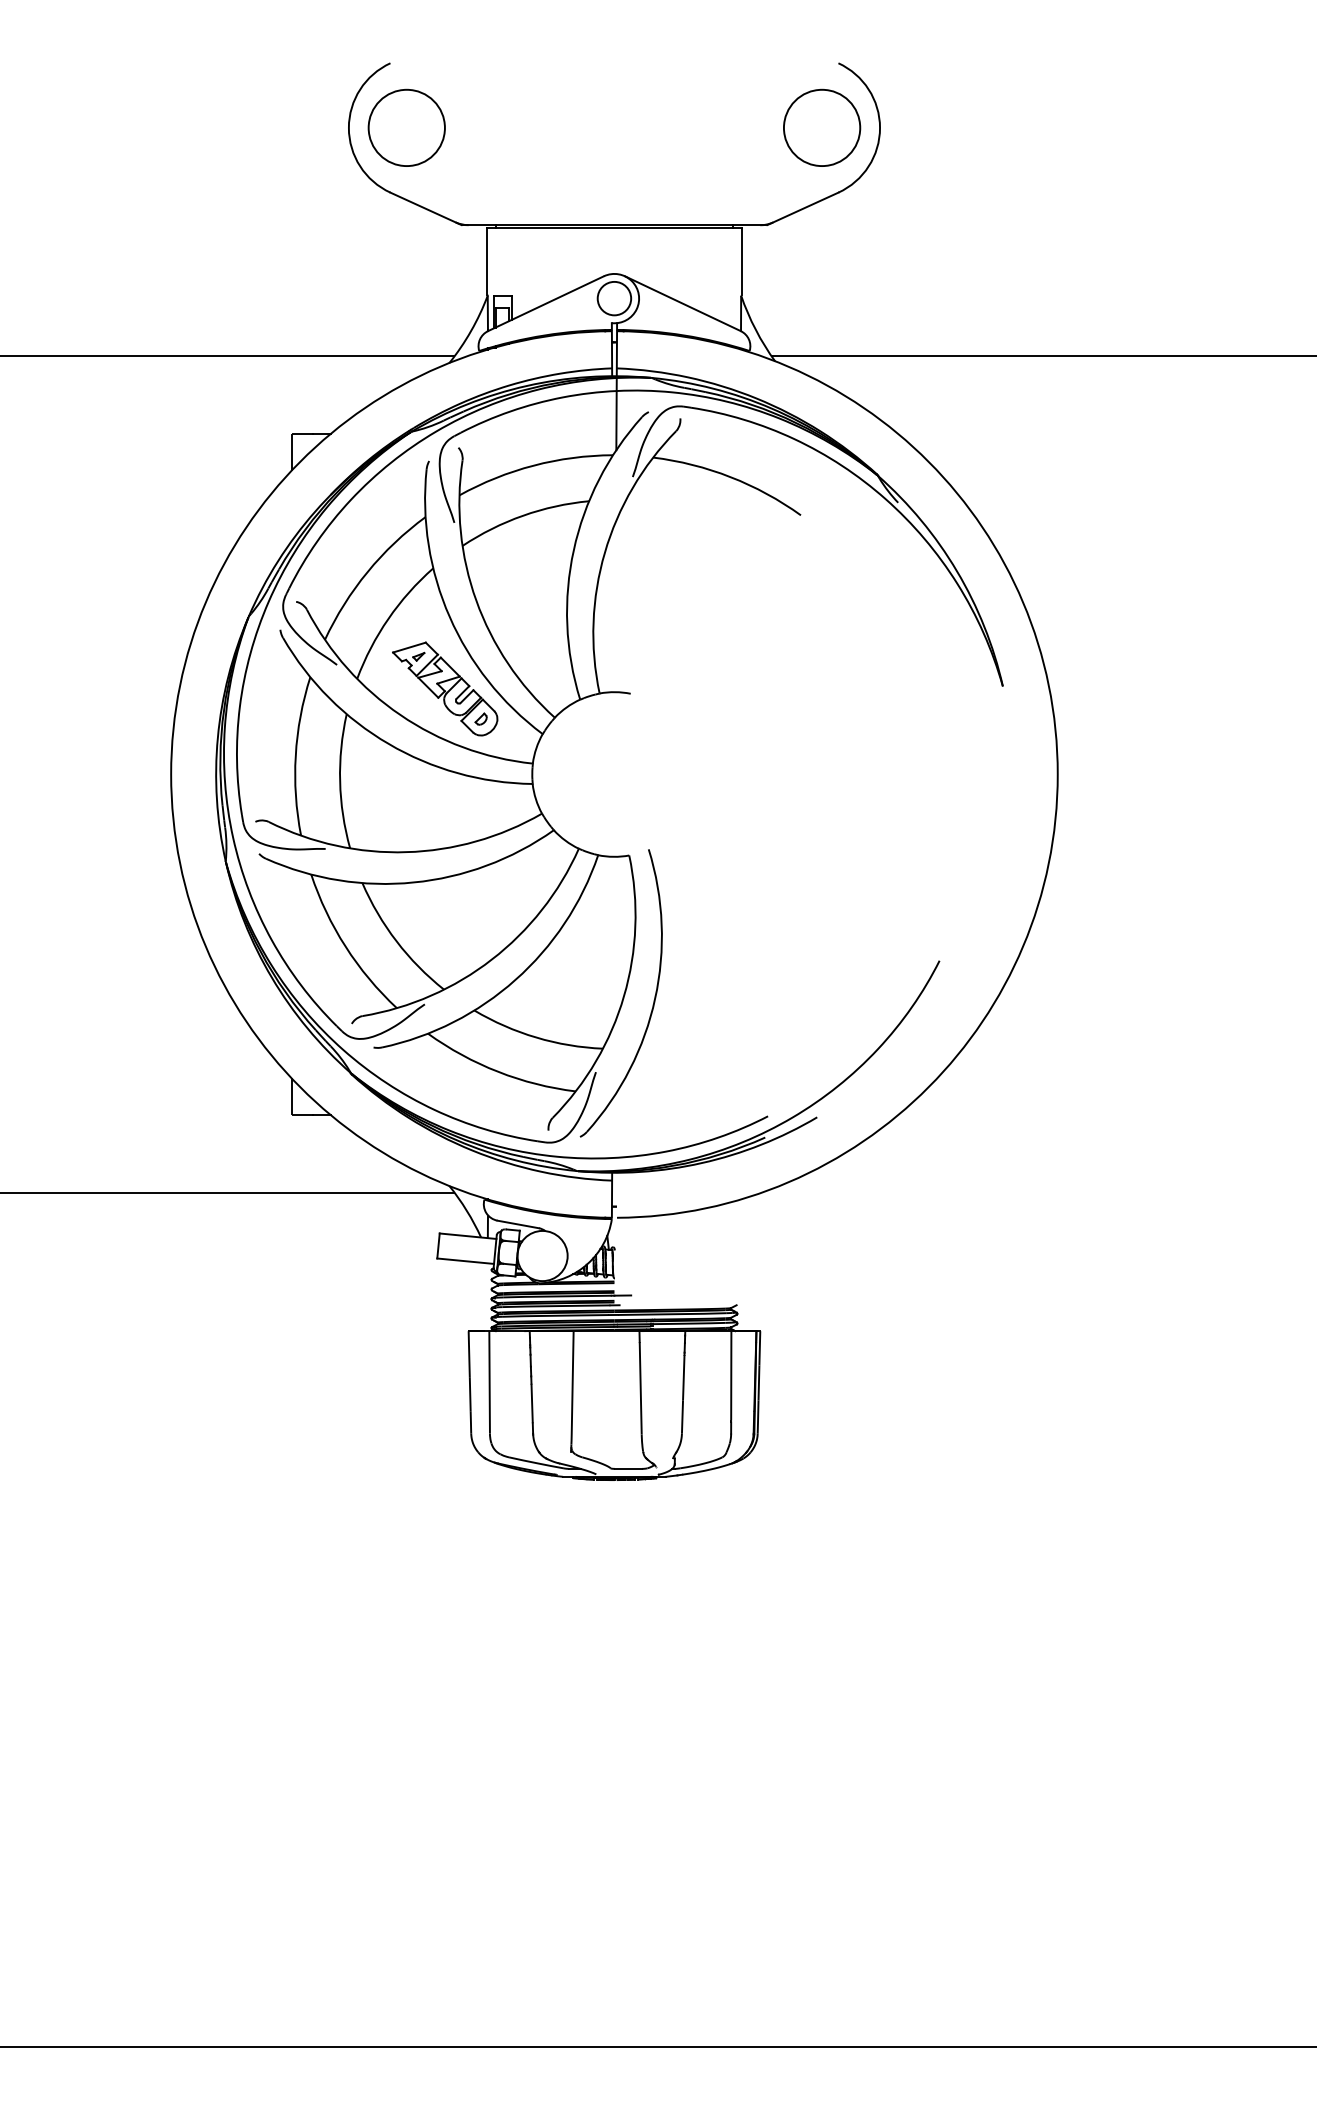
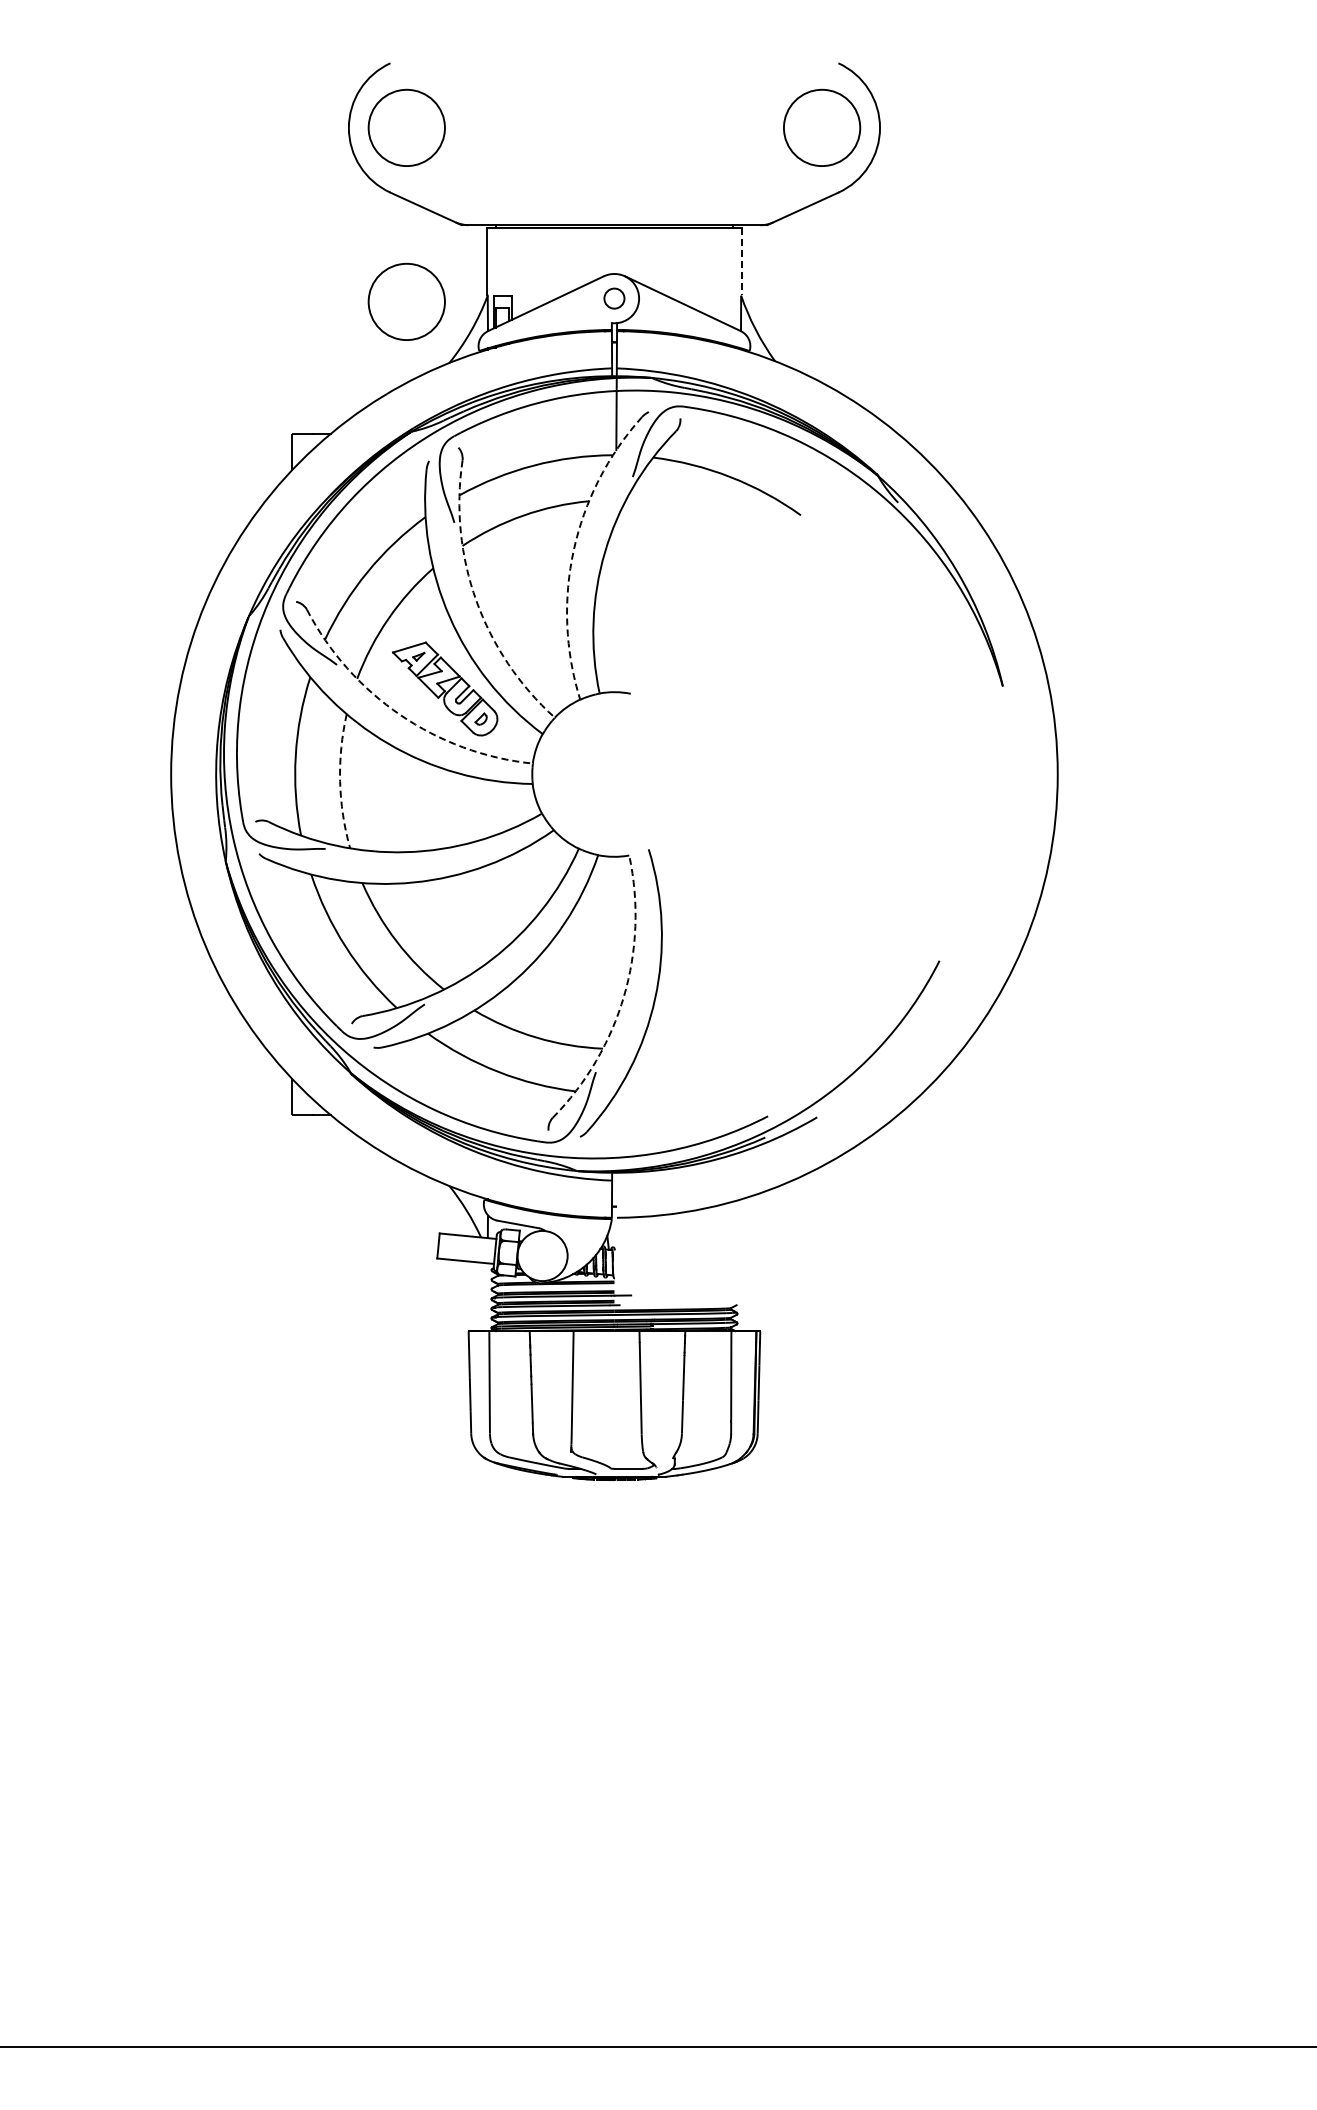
line at (741, 261): solid -> dashed
circle at (614, 298) diameter: 33 px -> 20 px
circle at (406, 301): none -> present
line at (227, 356): present -> none
line at (1042, 356): present -> none
arc at (573, 550): solid -> dashed
arc at (476, 600): solid -> dashed
arc at (400, 715): solid -> dashed
arc at (340, 781): solid -> dashed
arc at (624, 996): solid -> dashed
line at (227, 1192): present -> none
